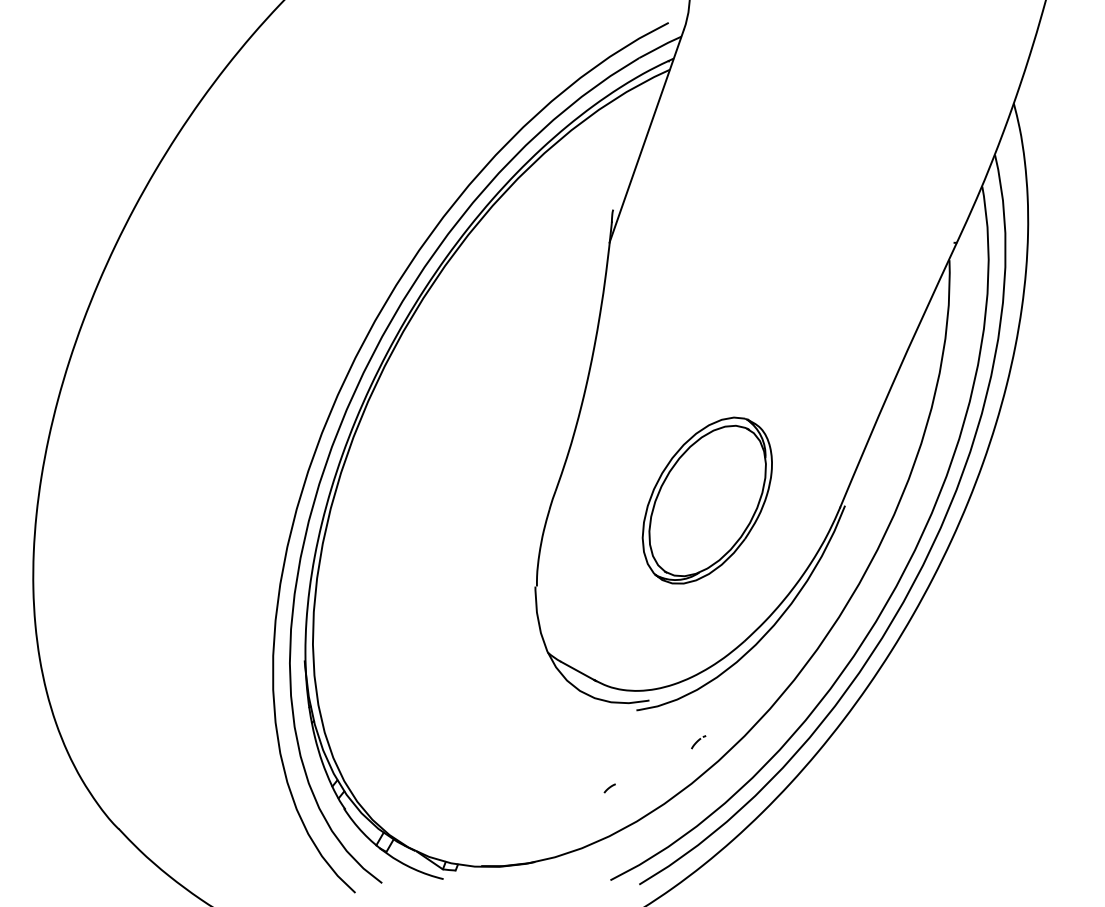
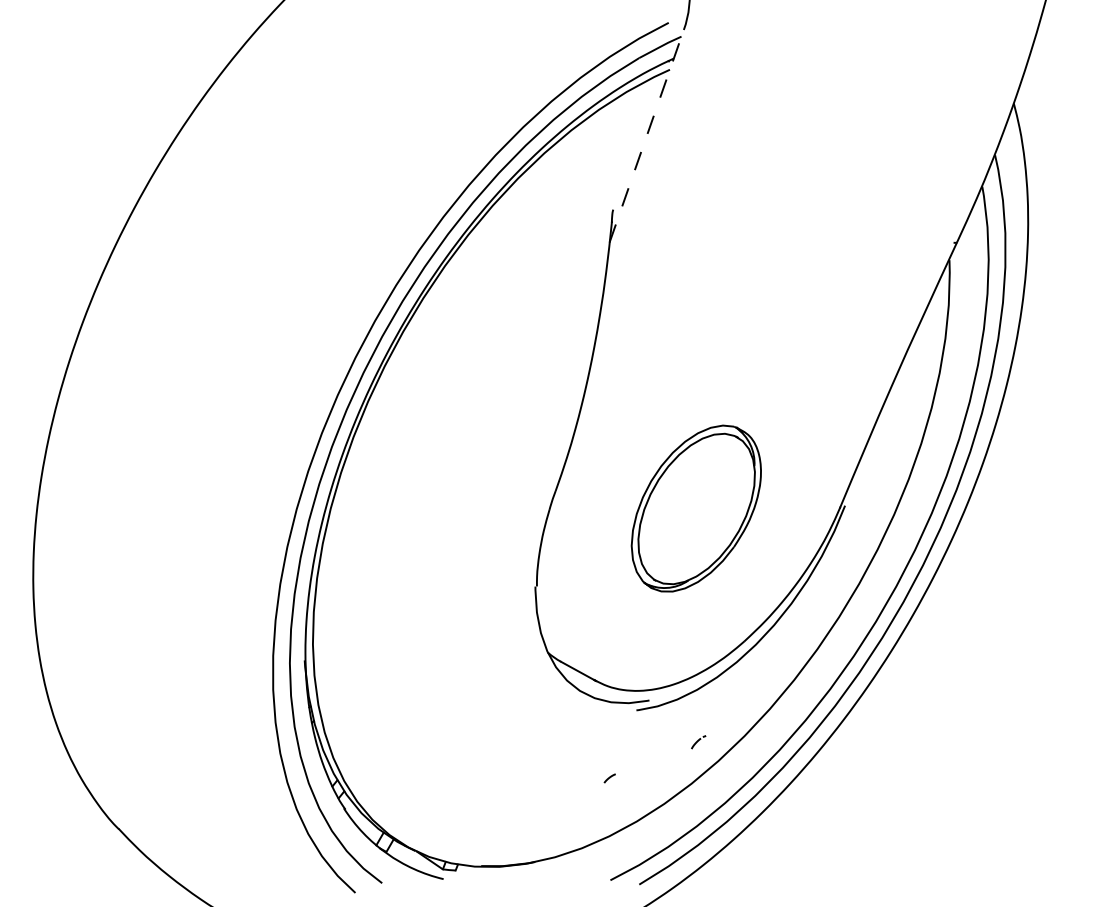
line at (646, 136): solid -> dashed
part at (706, 500) position: (706, 500) -> (695, 508)
curve at (609, 788) position: (609, 788) -> (609, 778)
